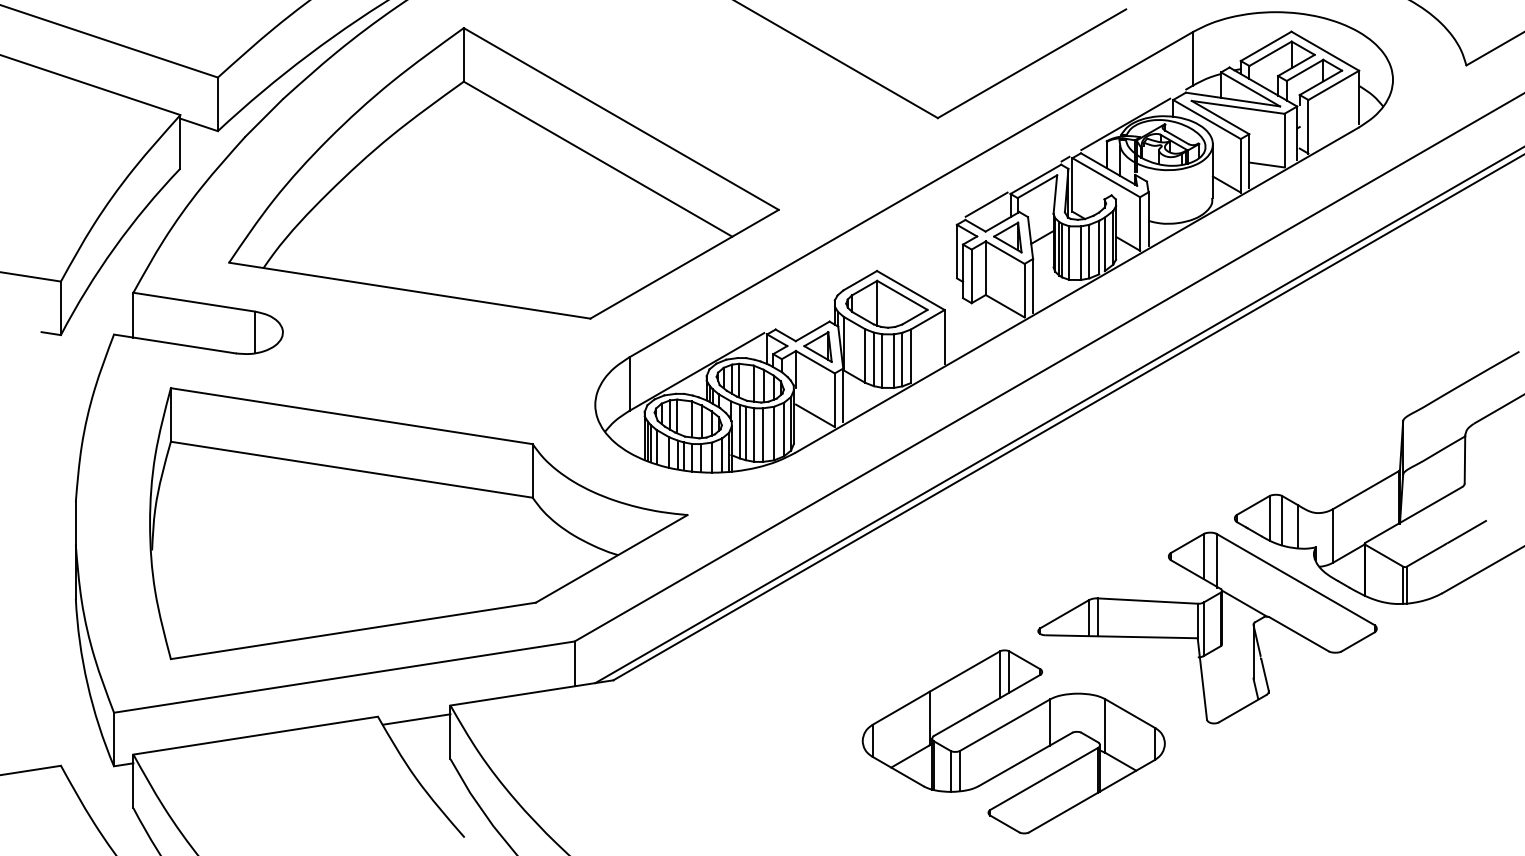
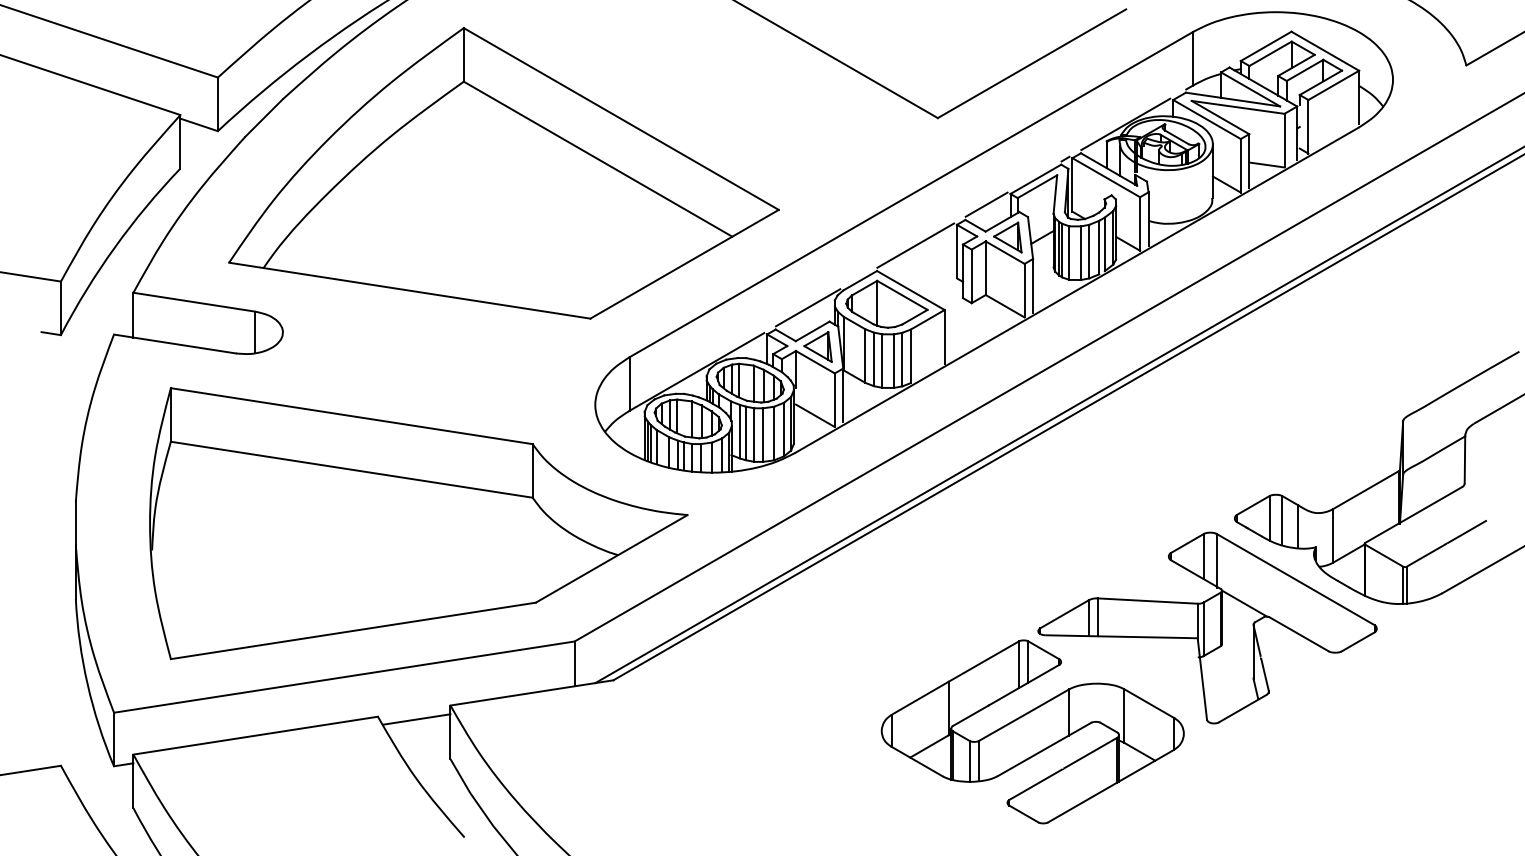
line at (915, 245): none -> present
line at (808, 307): none -> present
part at (1013, 741) position: (1013, 741) -> (1032, 731)
